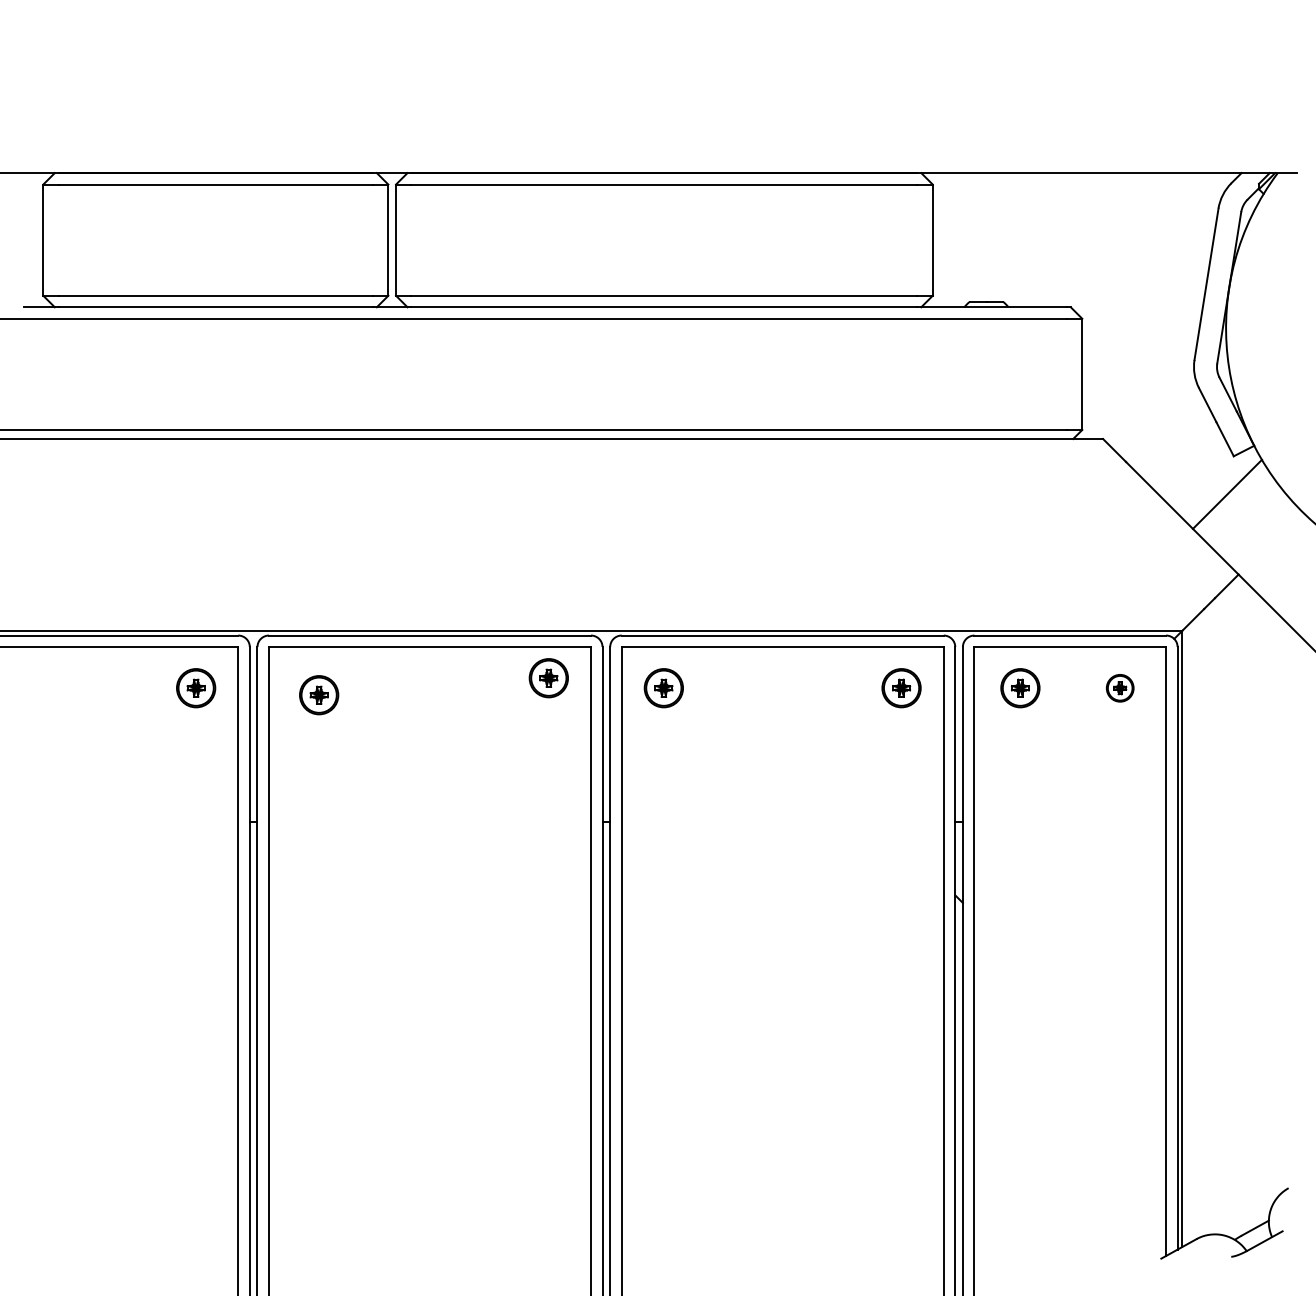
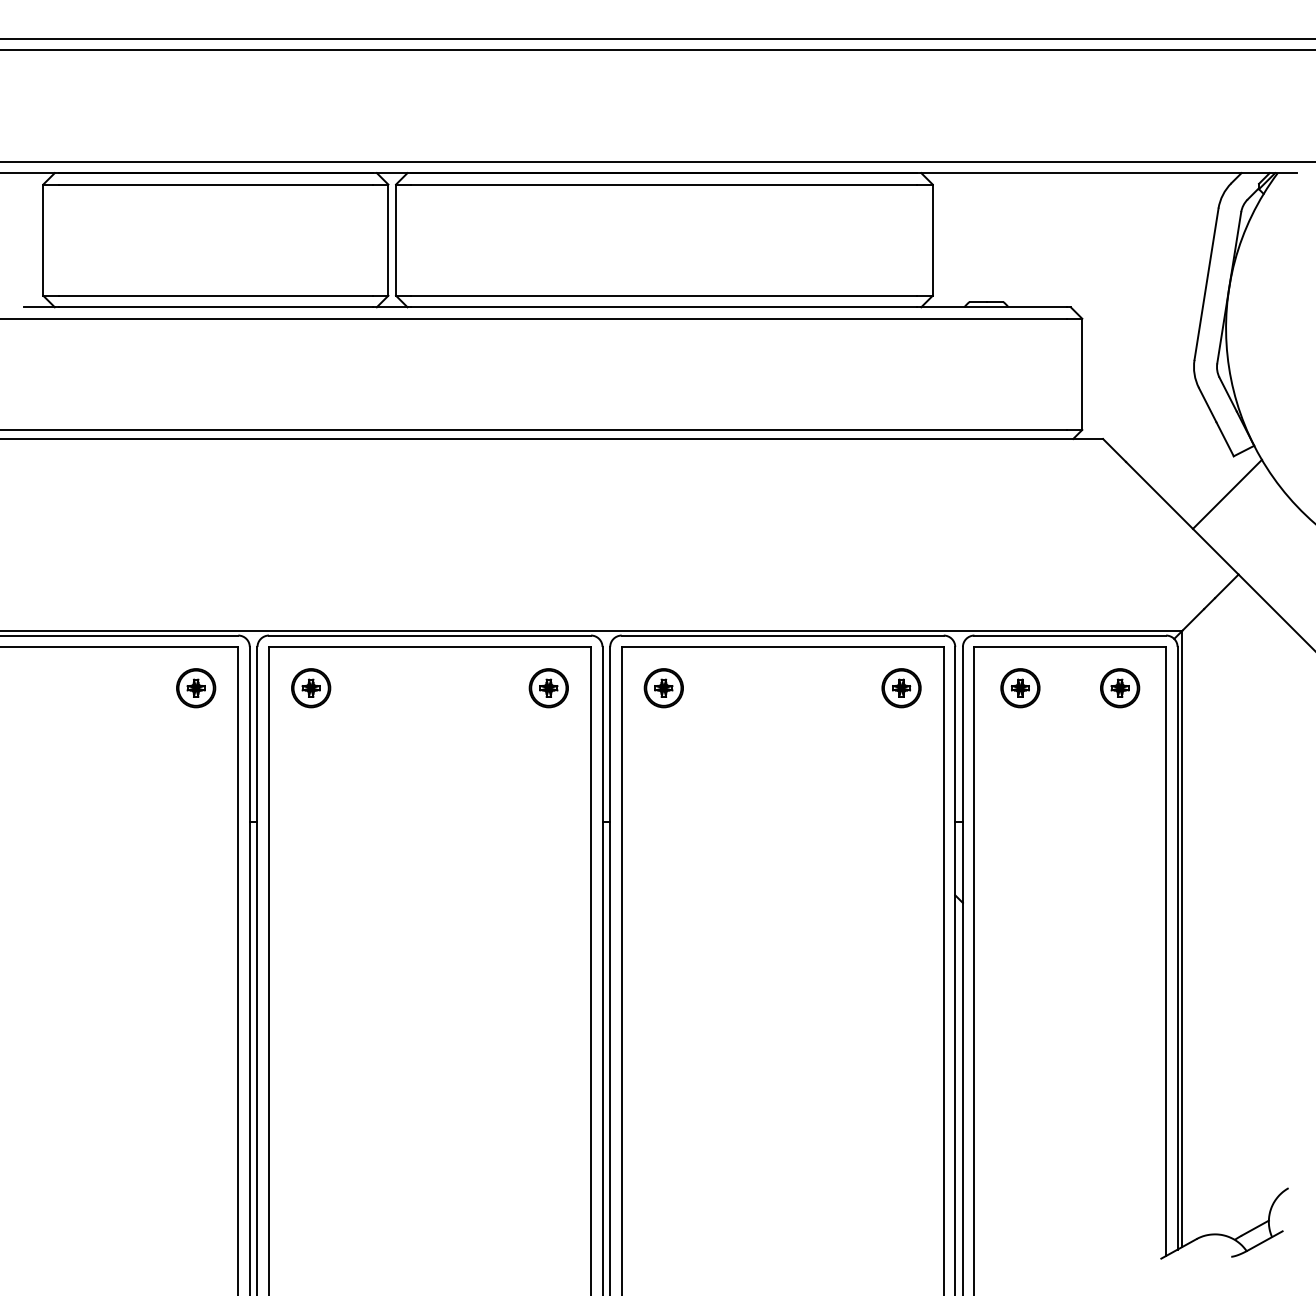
line at (657, 38): none -> present
line at (657, 50): none -> present
line at (657, 161): none -> present
part at (548, 678) position: (548, 678) -> (548, 688)
part at (1119, 688) size: 30x29 px -> 41x41 px
part at (319, 695) position: (319, 695) -> (311, 688)
